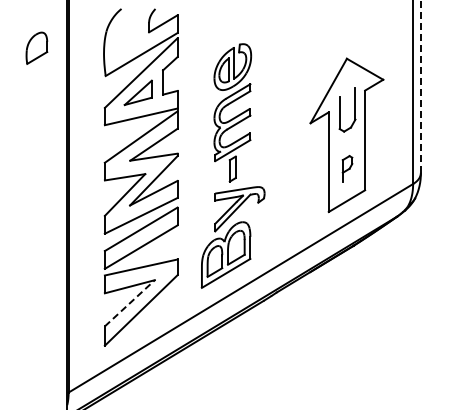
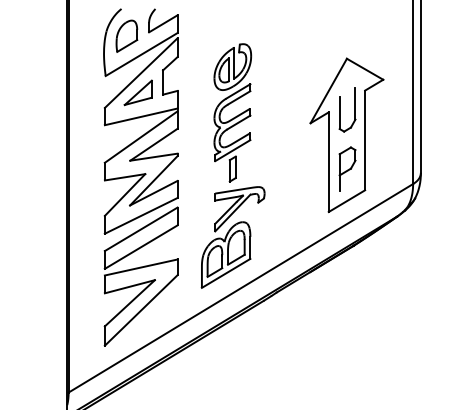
part at (36, 47) position: (36, 47) -> (126, 35)
line at (420, 85): dashed -> solid
part at (347, 168) size: 13x28 px -> 19x46 px
line at (130, 302): dashed -> solid
